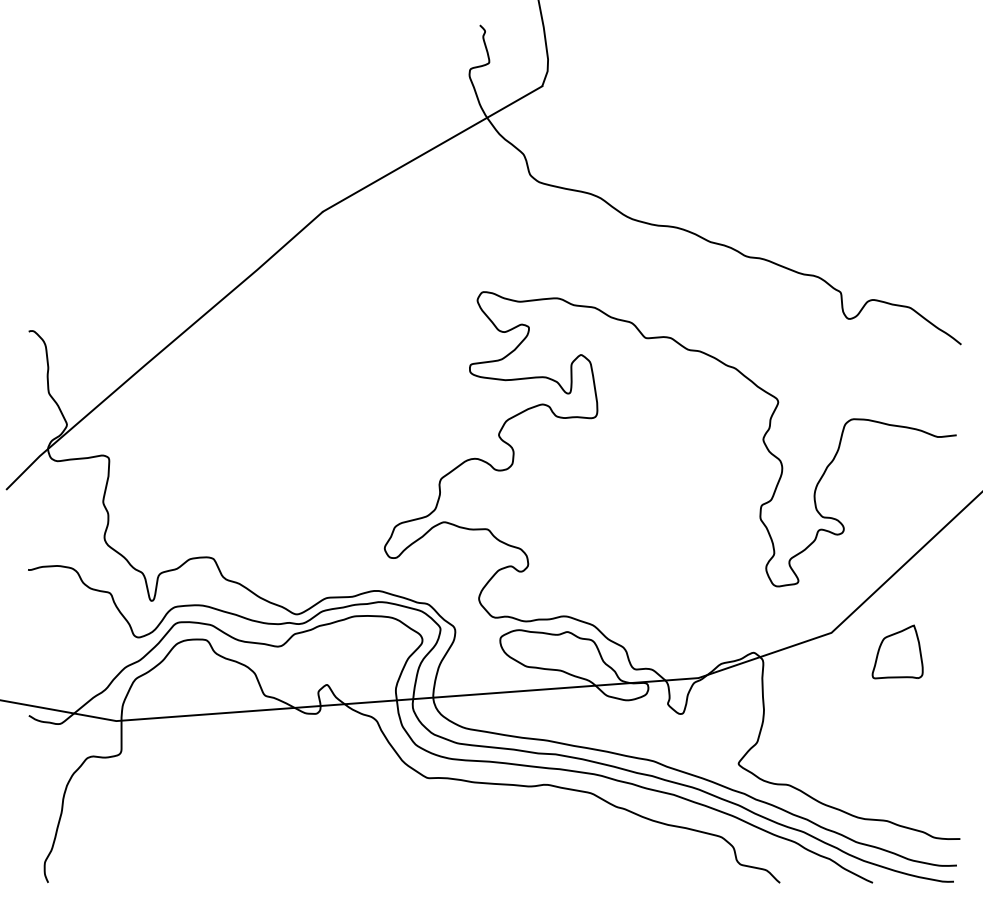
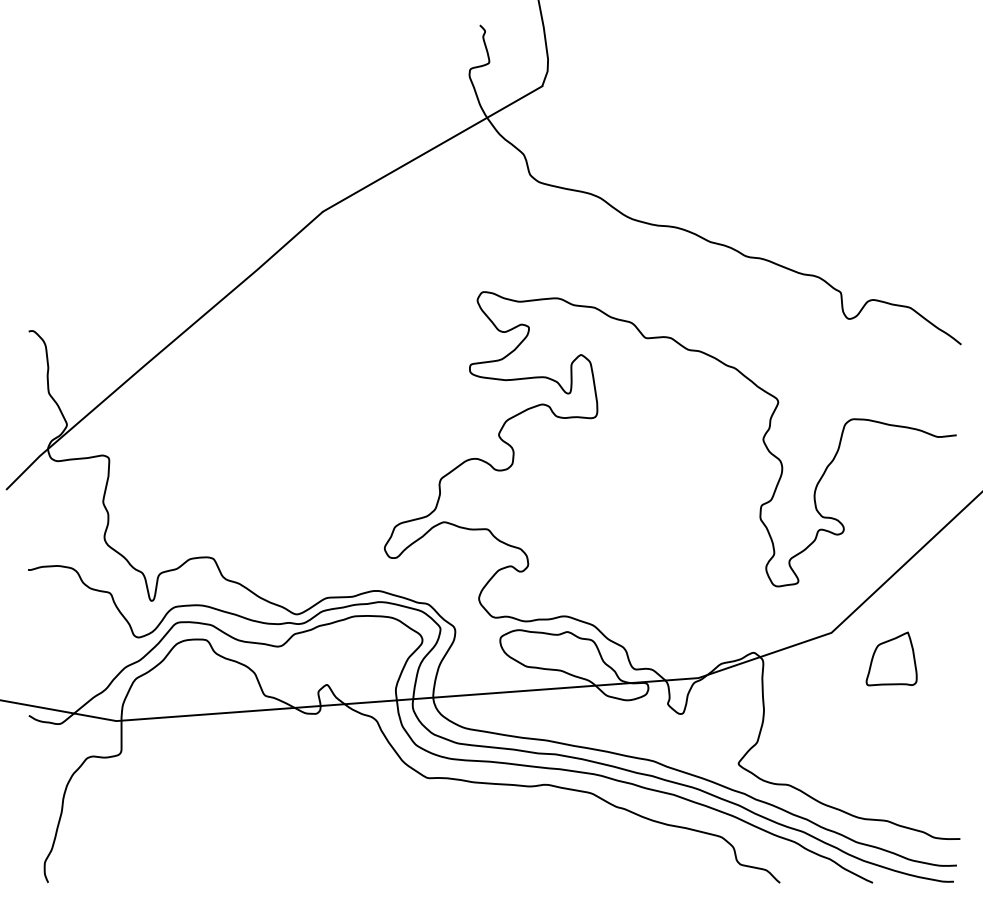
part at (897, 651) position: (897, 651) -> (891, 658)
